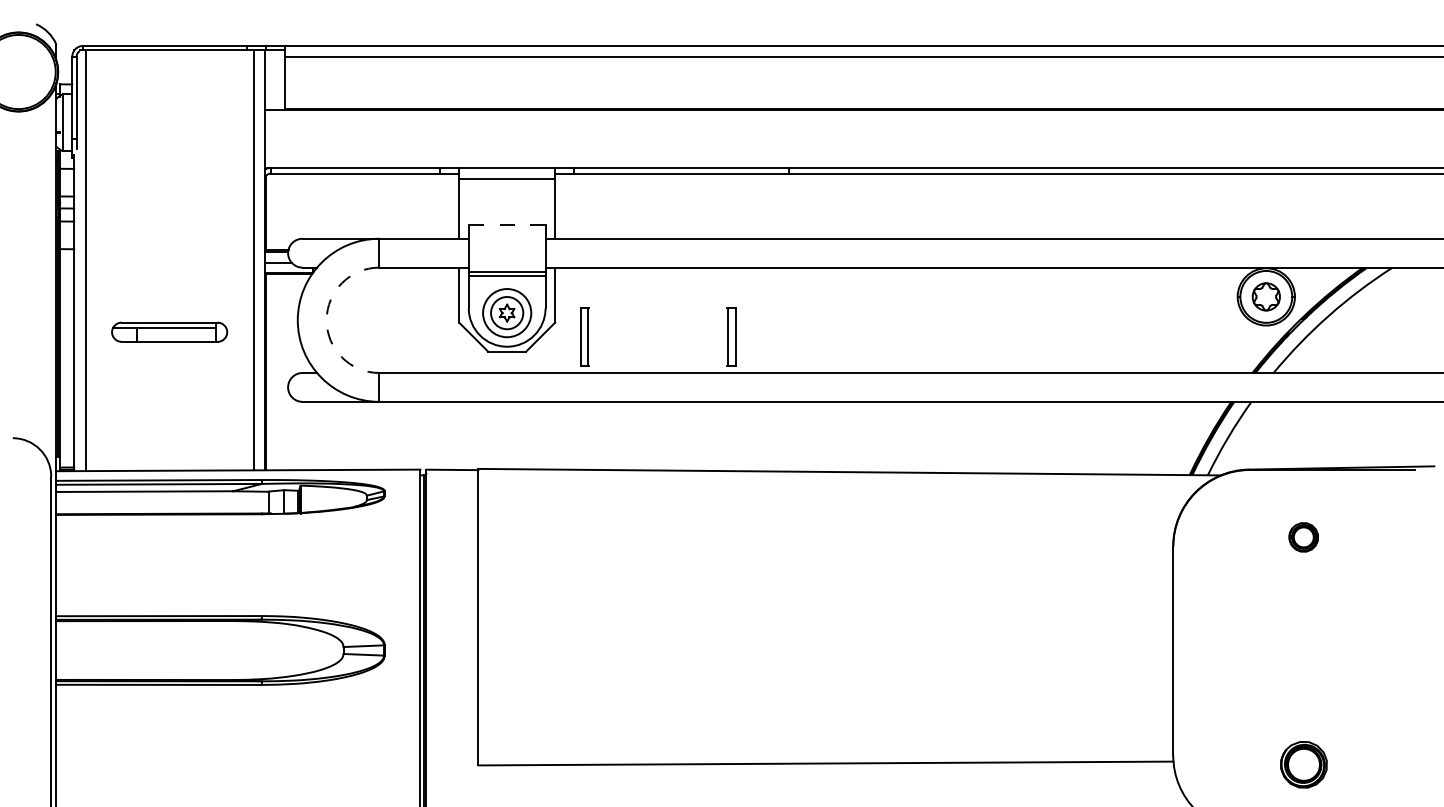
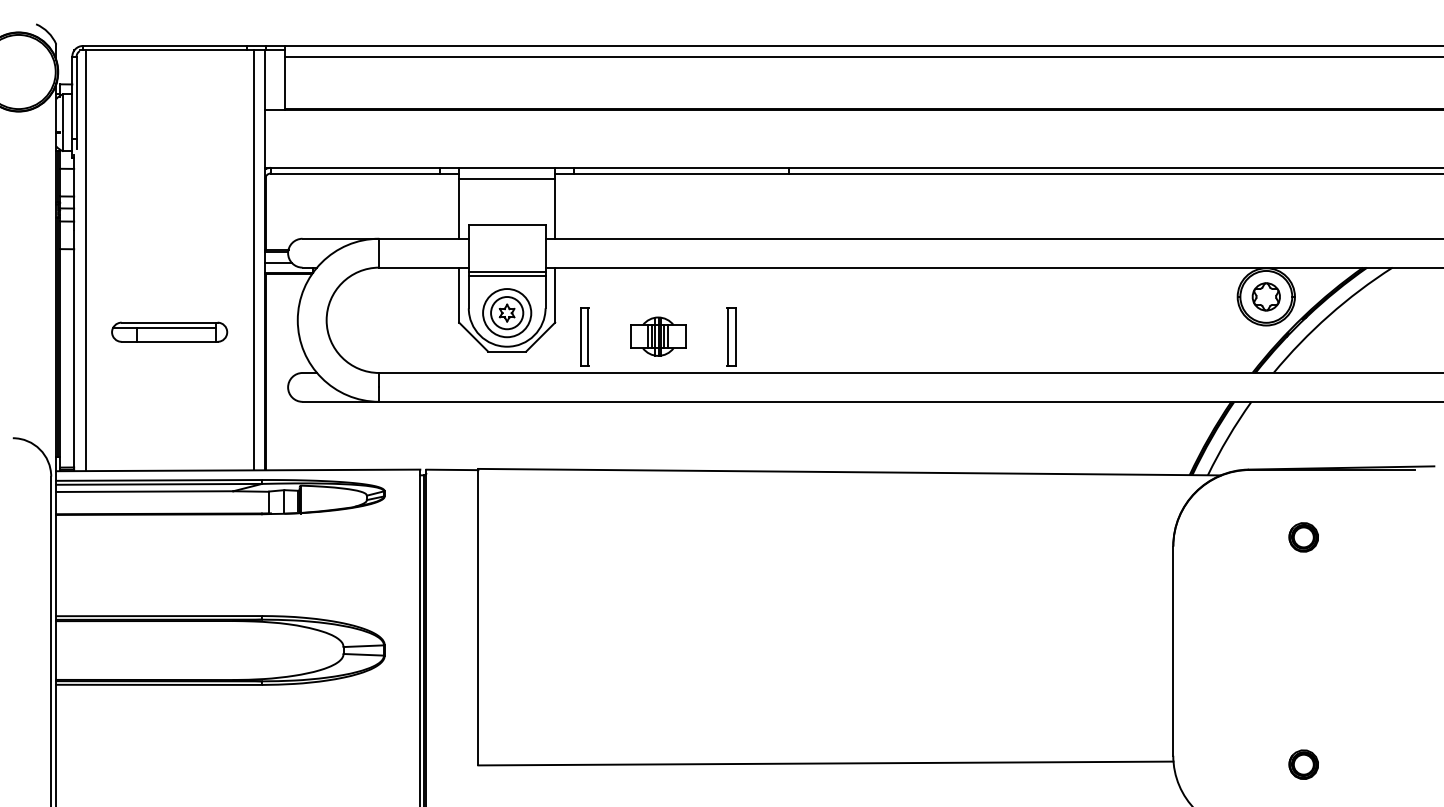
line at (506, 224): dashed -> solid
arc at (326, 320): dashed -> solid
part at (658, 336): none -> present
part at (1303, 764) size: 48x48 px -> 31x31 px
